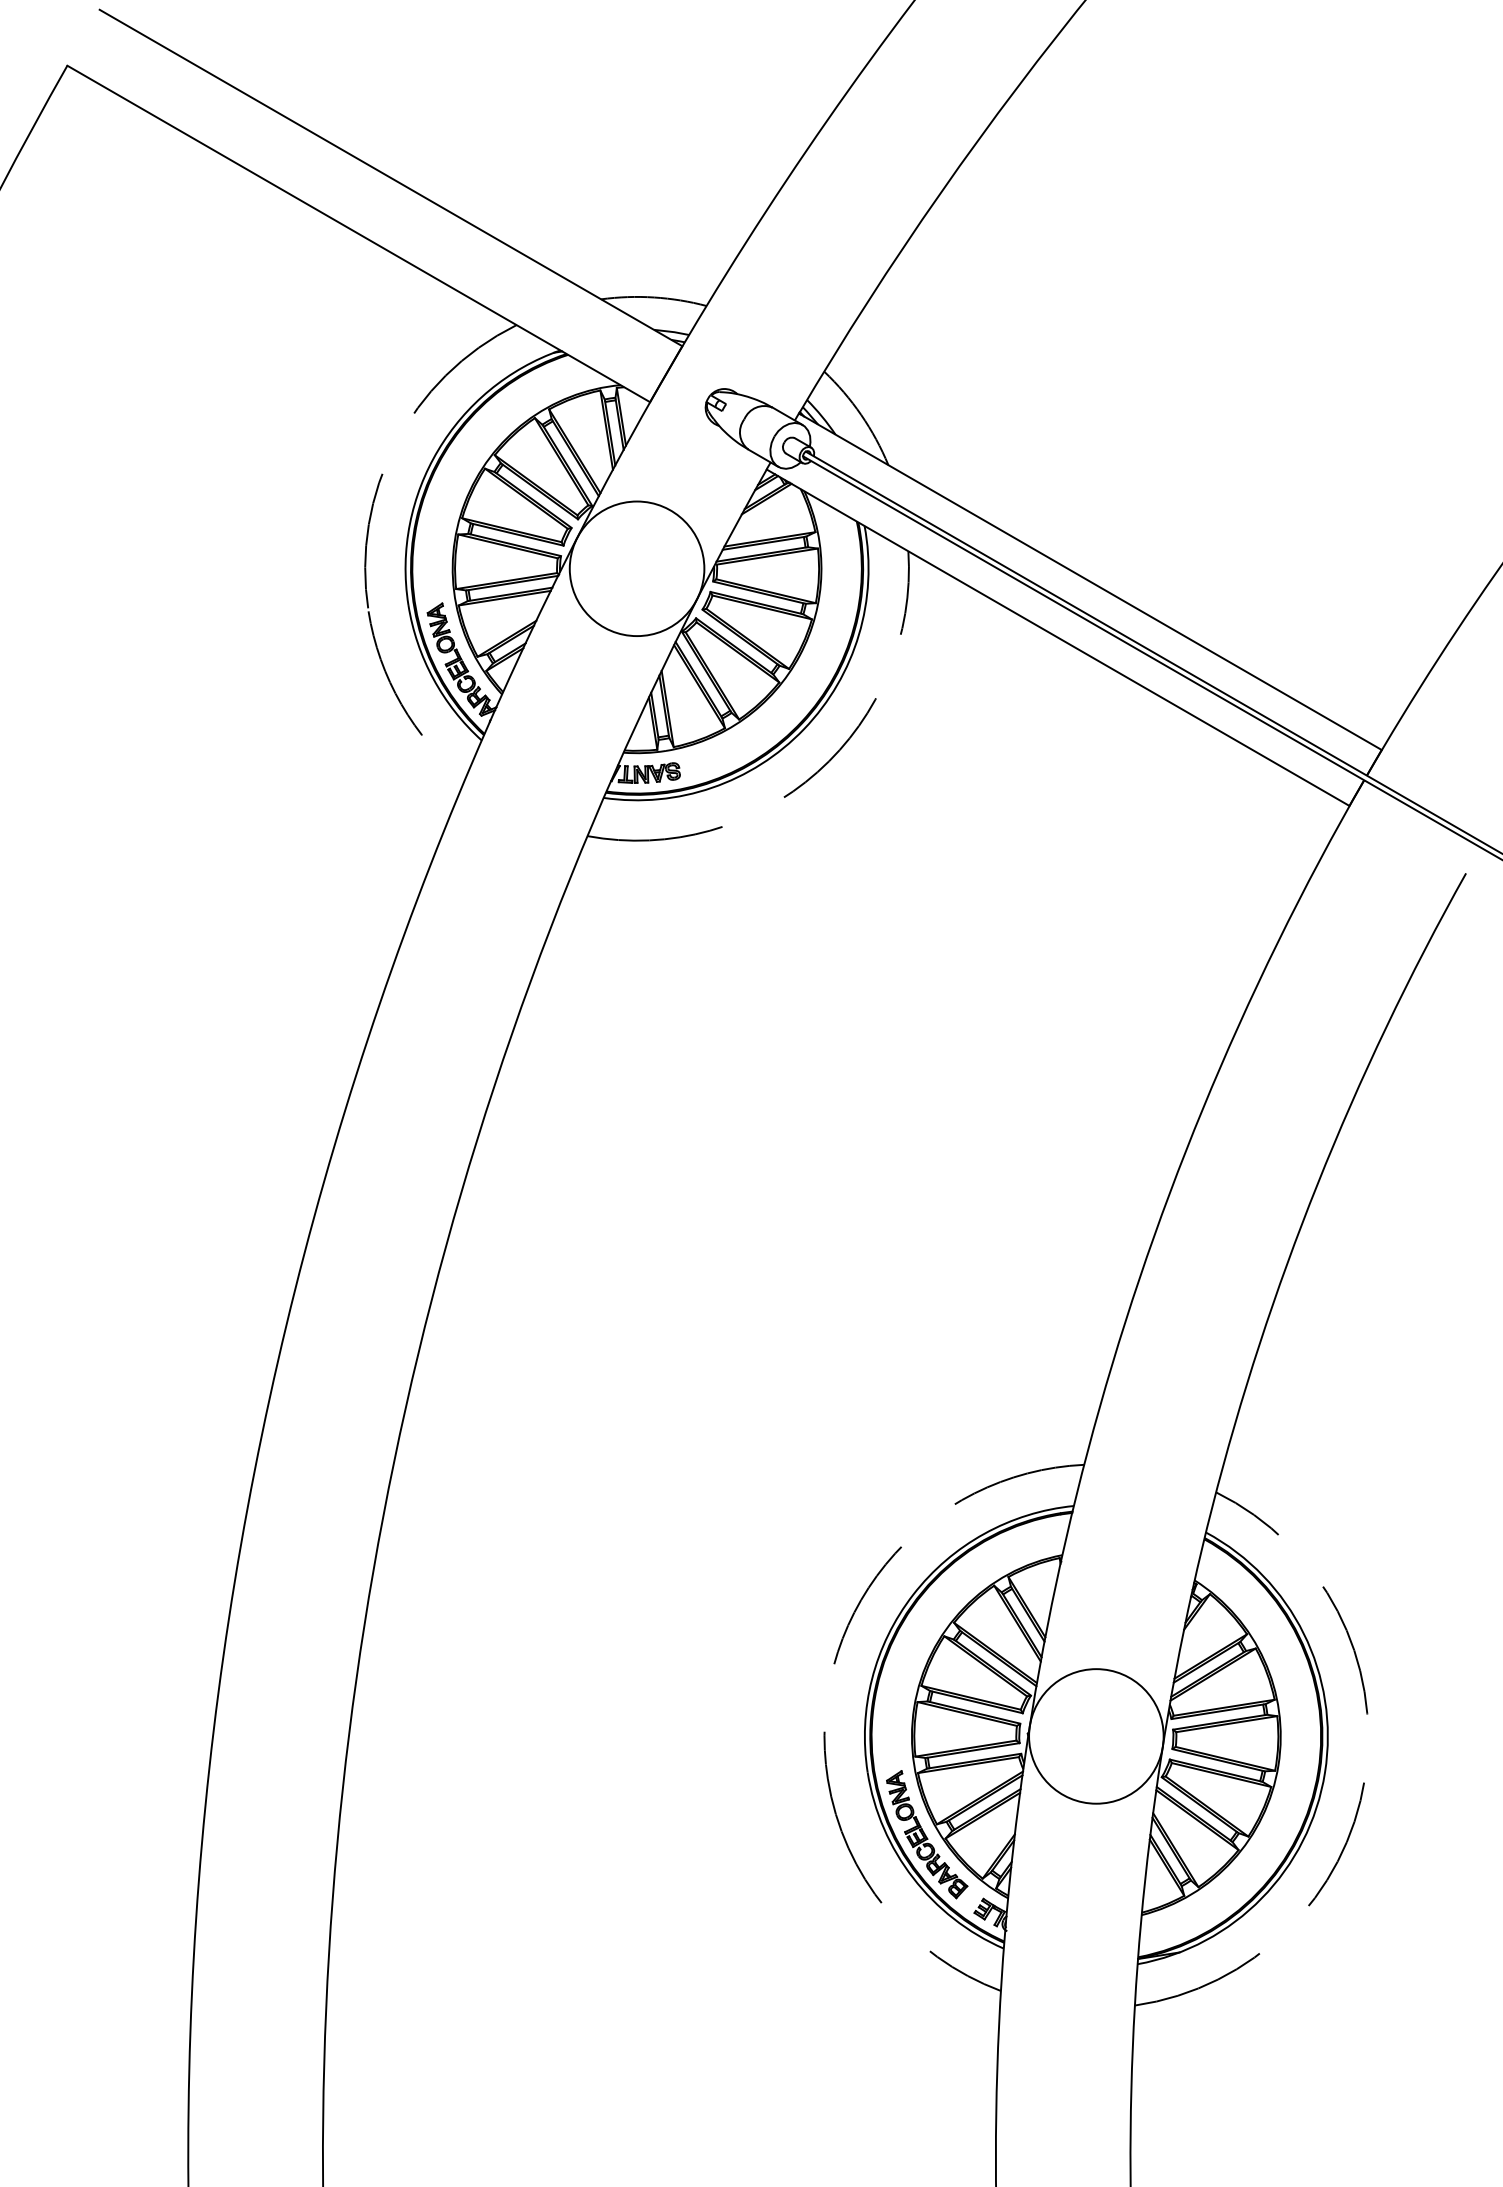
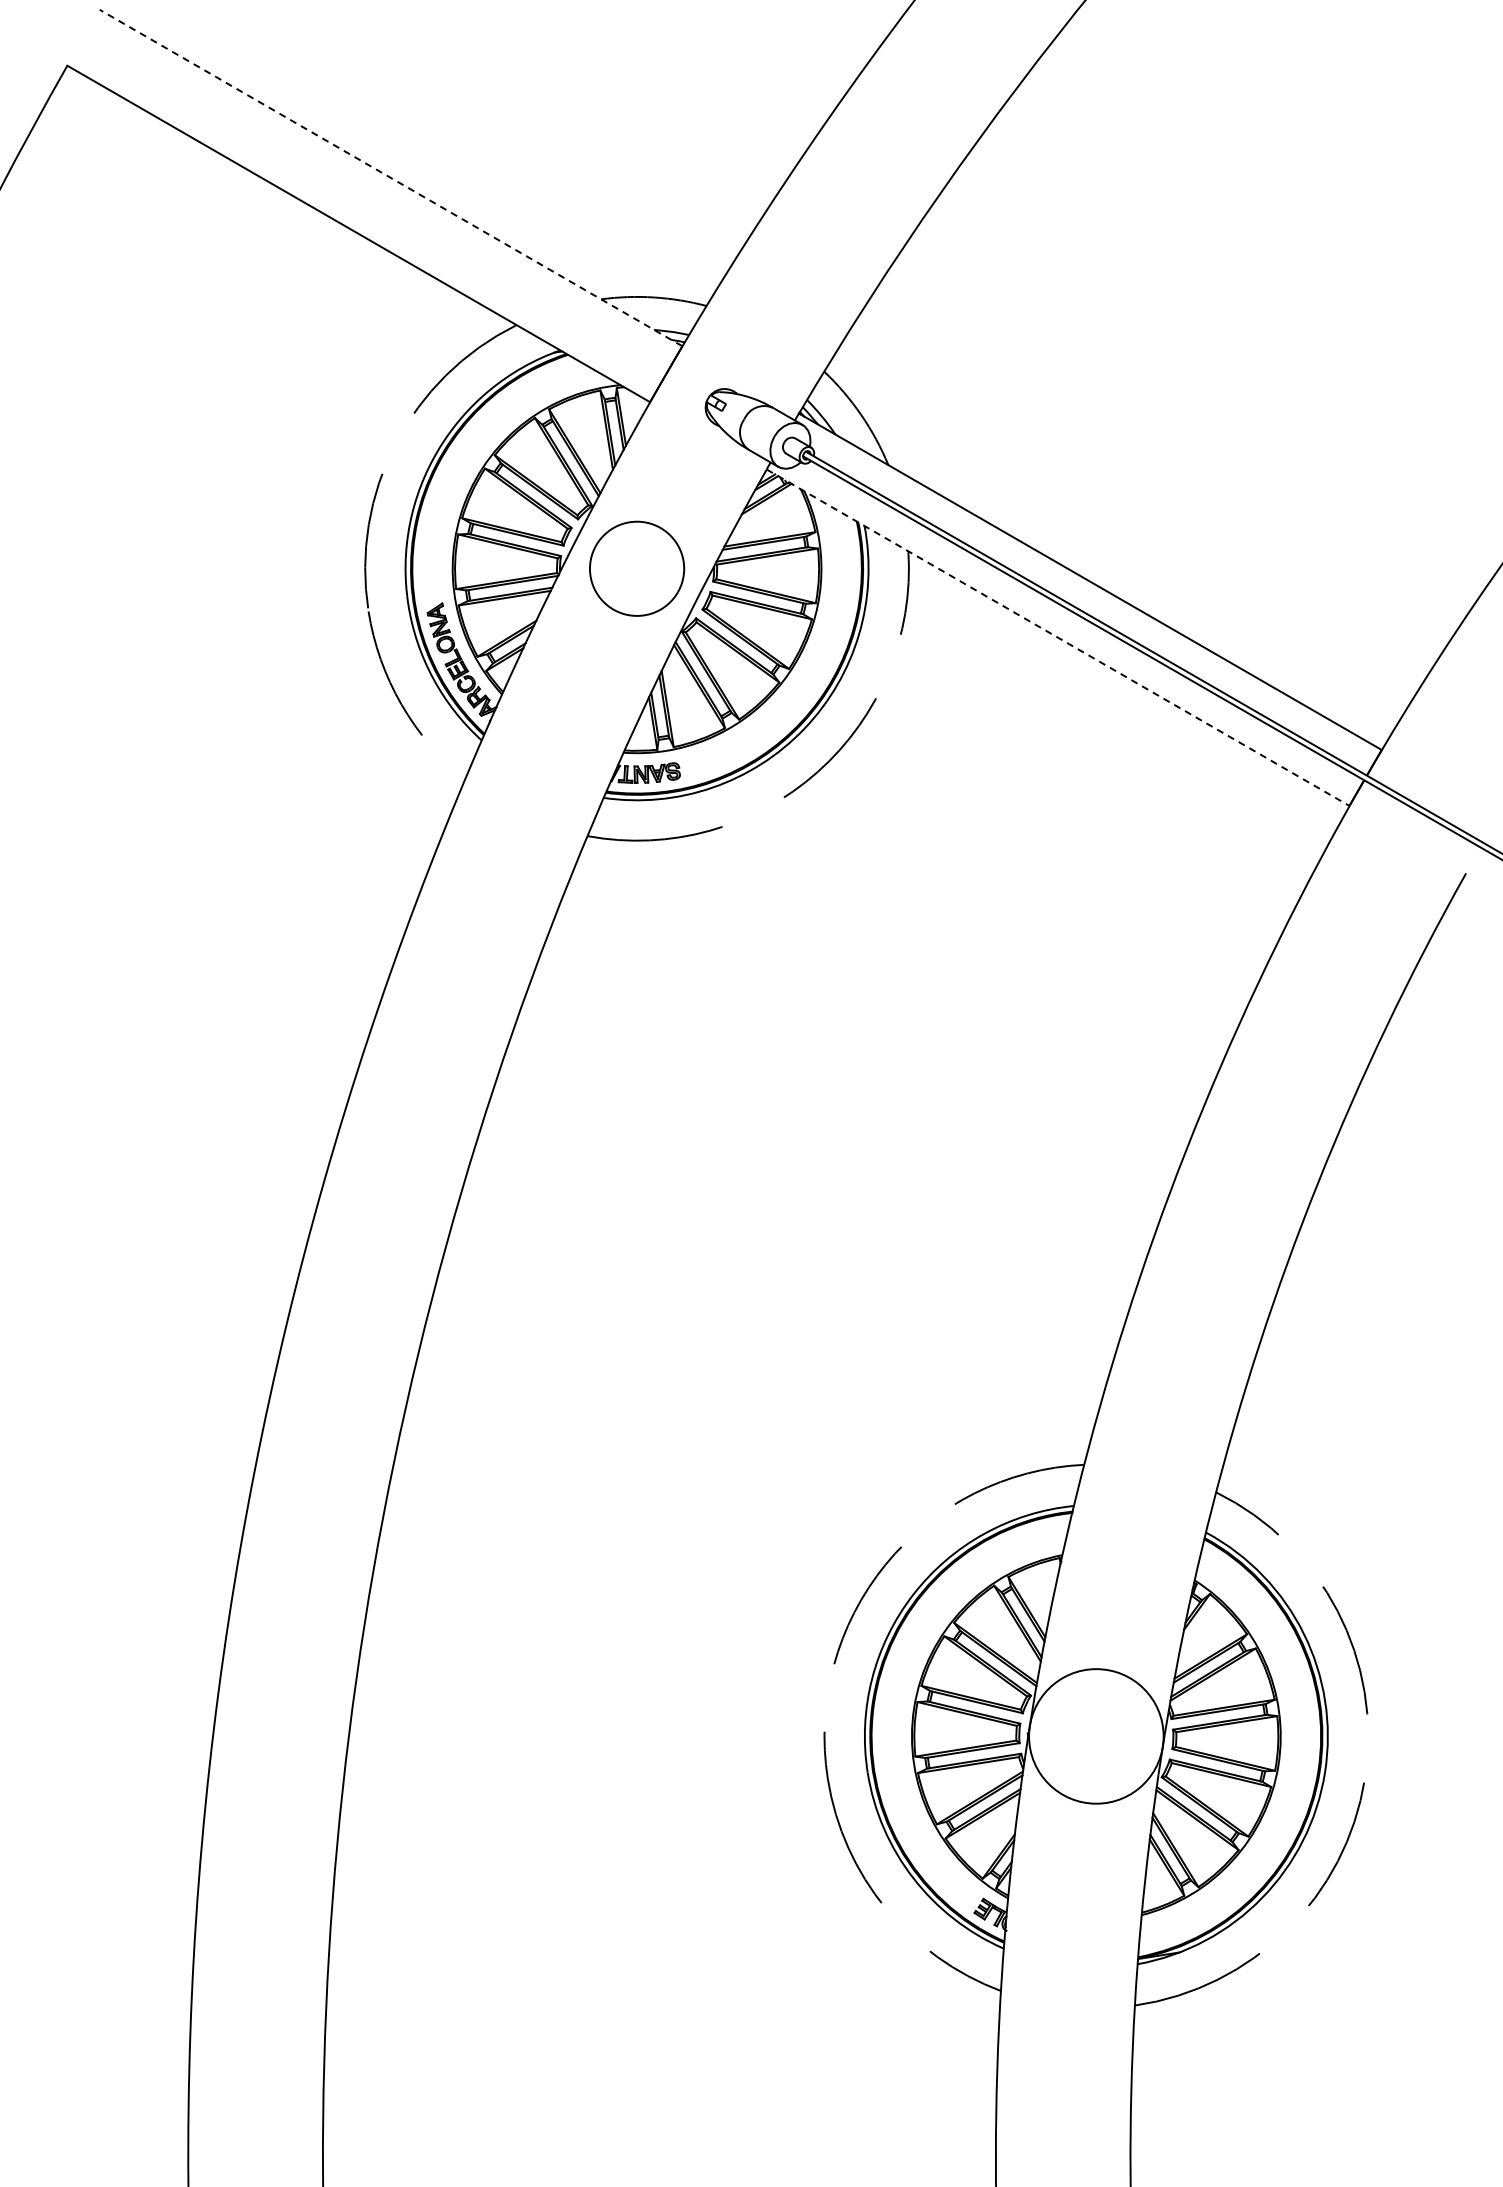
line at (390, 177): solid -> dashed
circle at (636, 568) diameter: 135 px -> 94 px
line at (1058, 637): solid -> dashed
part at (927, 1834): present -> none
